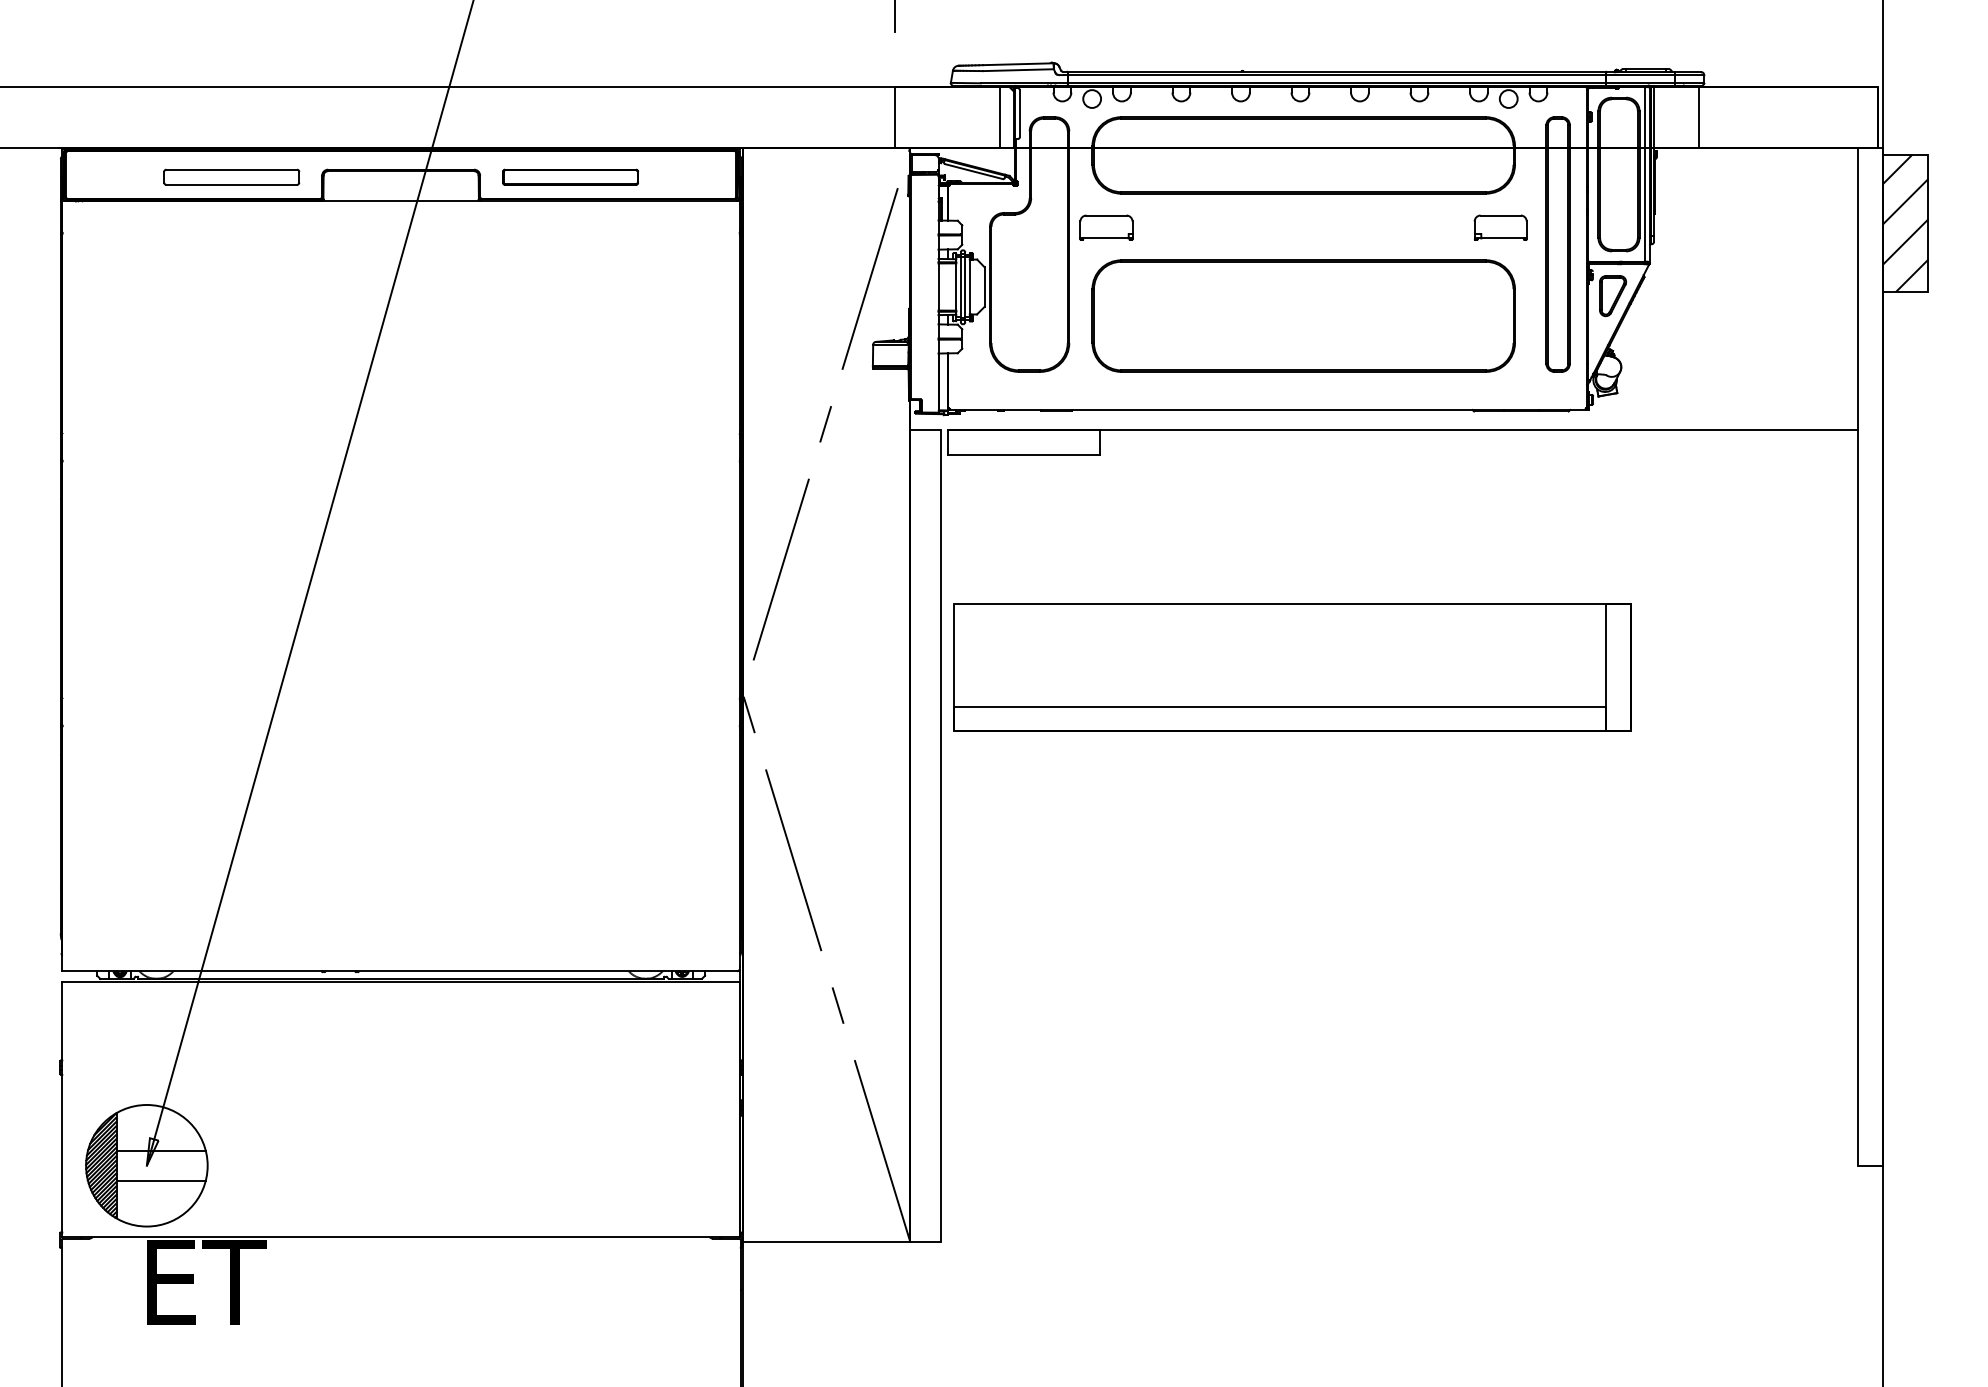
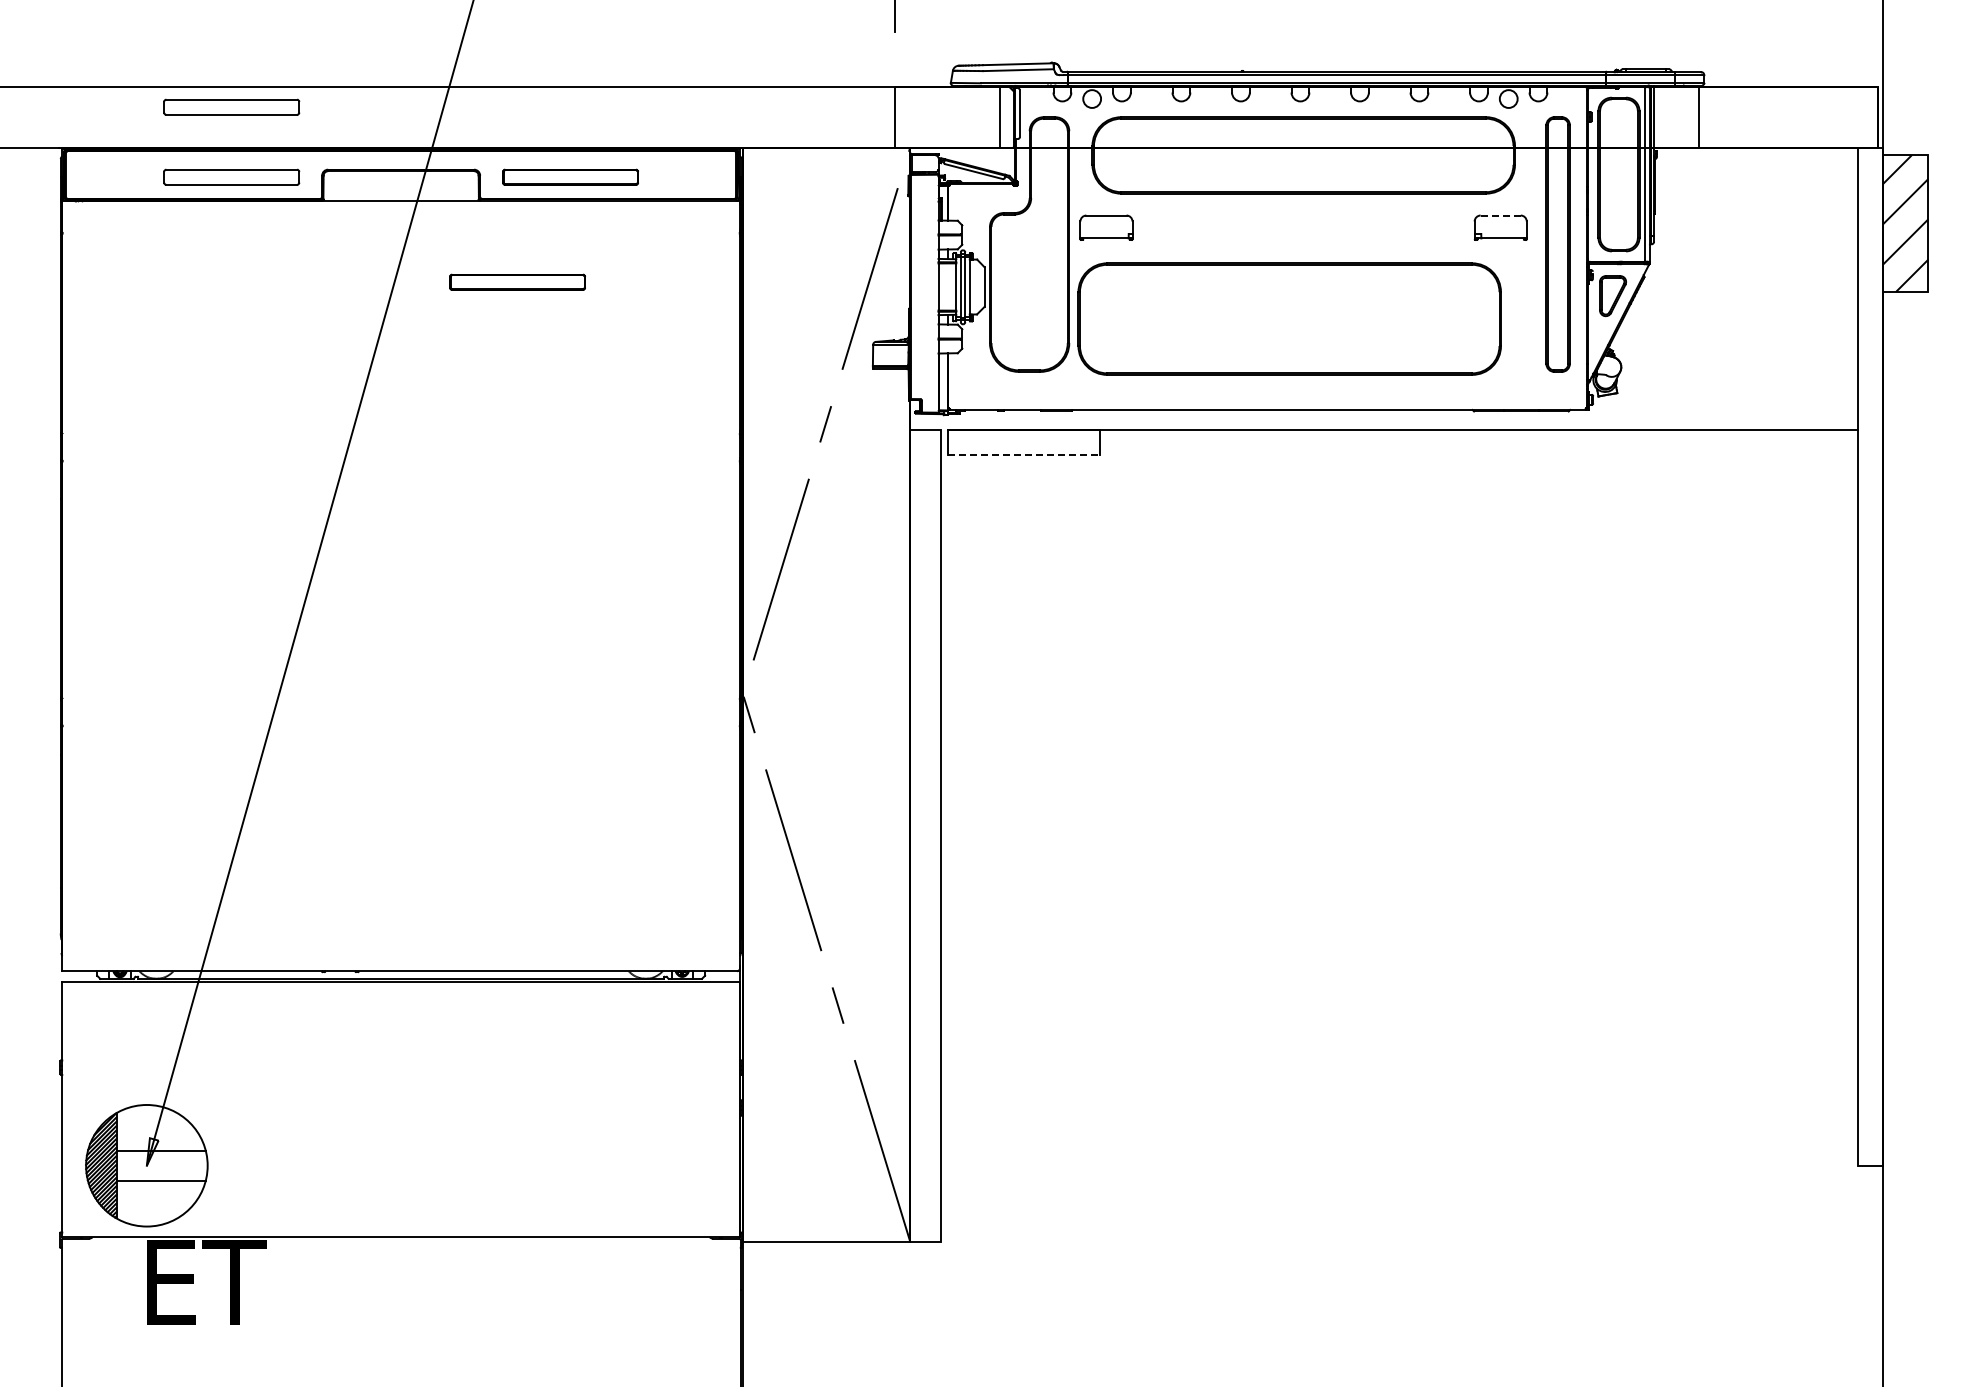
part at (231, 106): none -> present
line at (1500, 215): solid -> dashed
part at (517, 281): none -> present
part at (1303, 315) position: (1303, 315) -> (1289, 318)
line at (1024, 454): solid -> dashed
part at (1292, 667): present -> none
